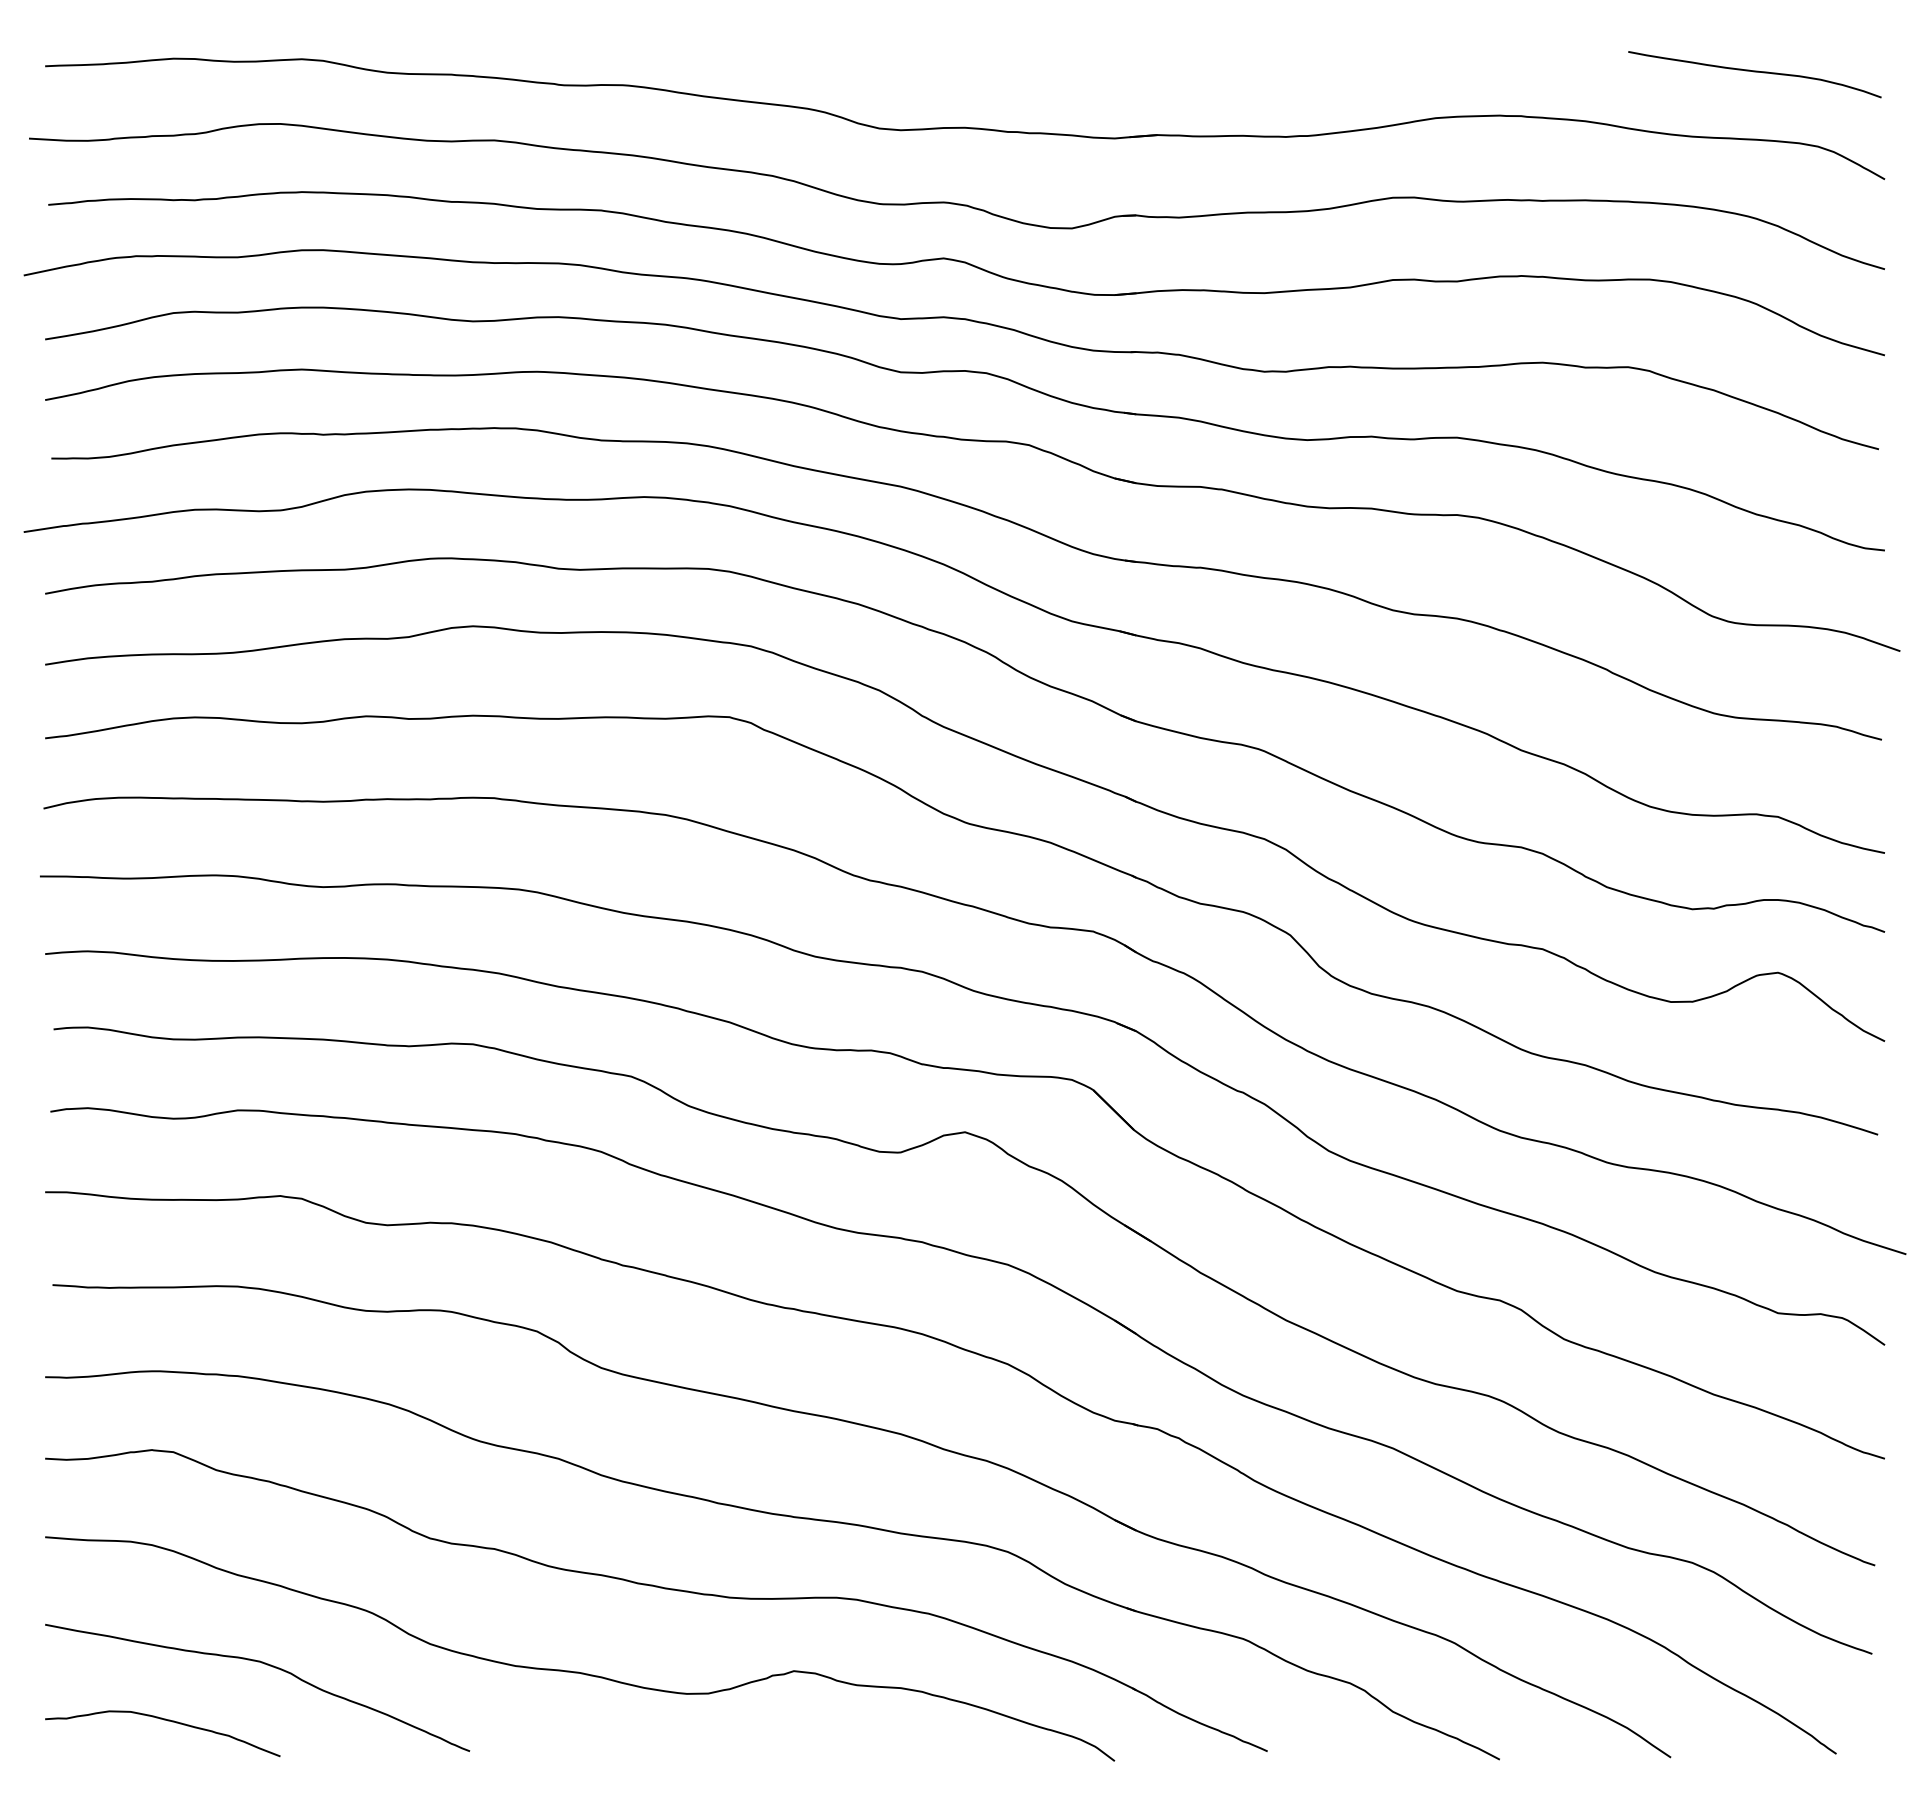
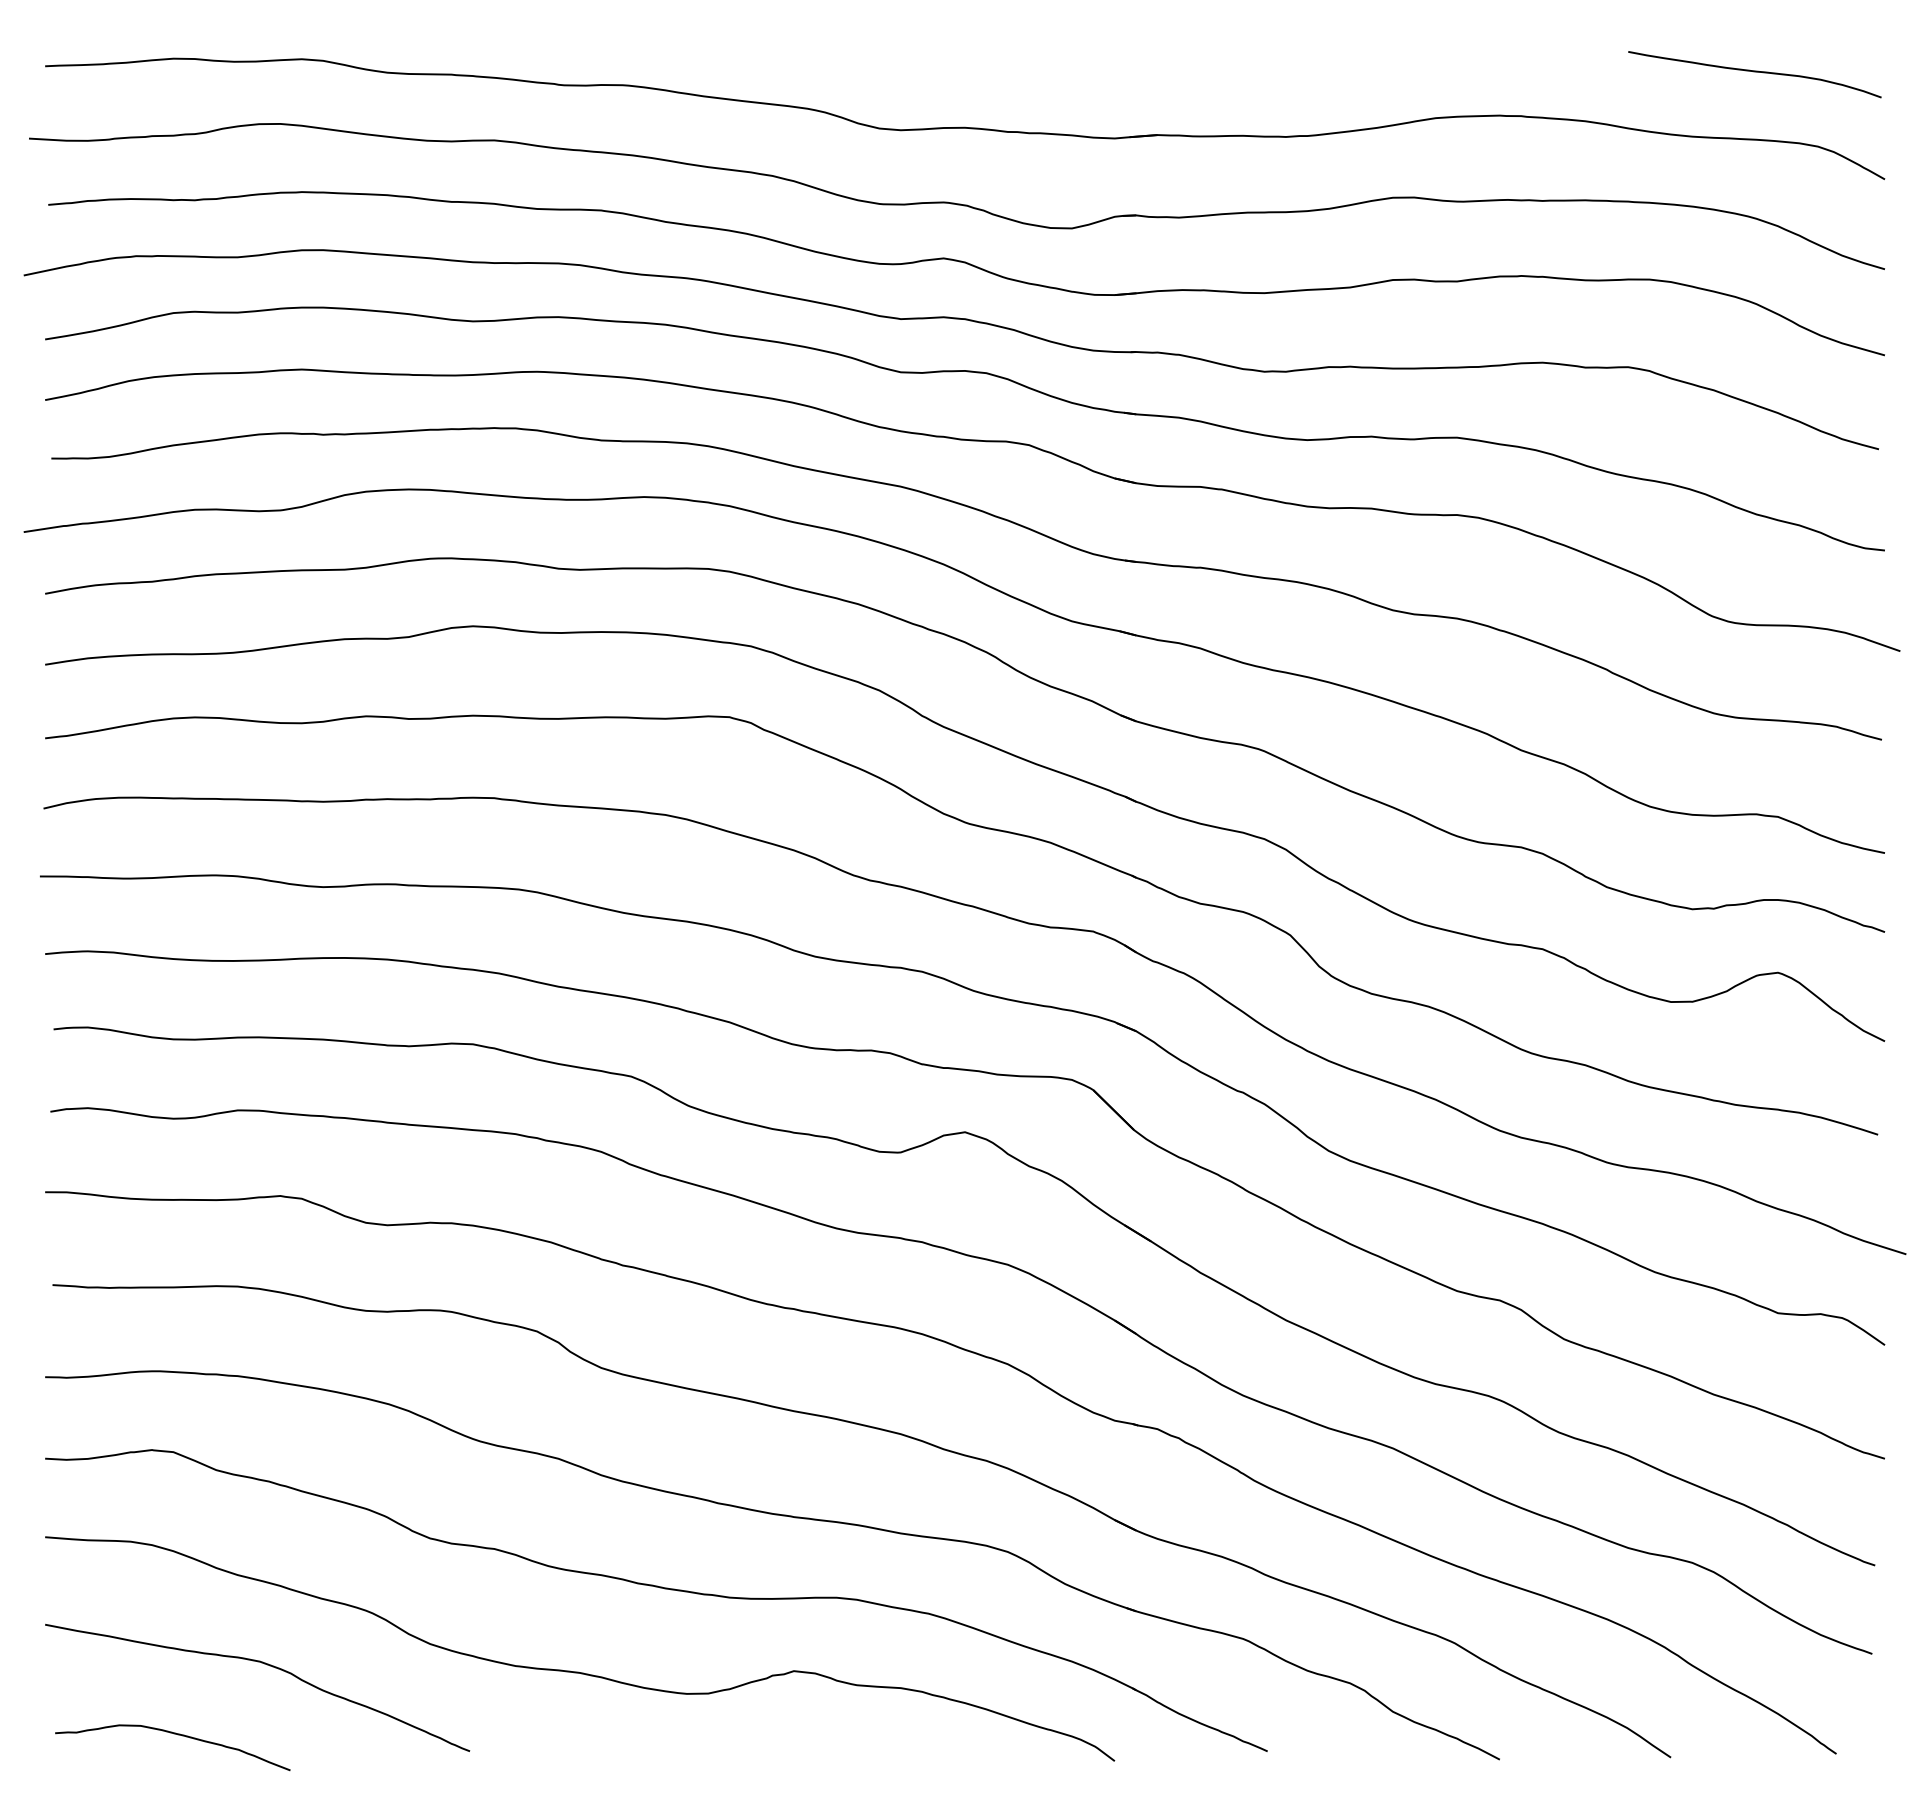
curve at (167, 1721) position: (167, 1721) -> (177, 1735)
